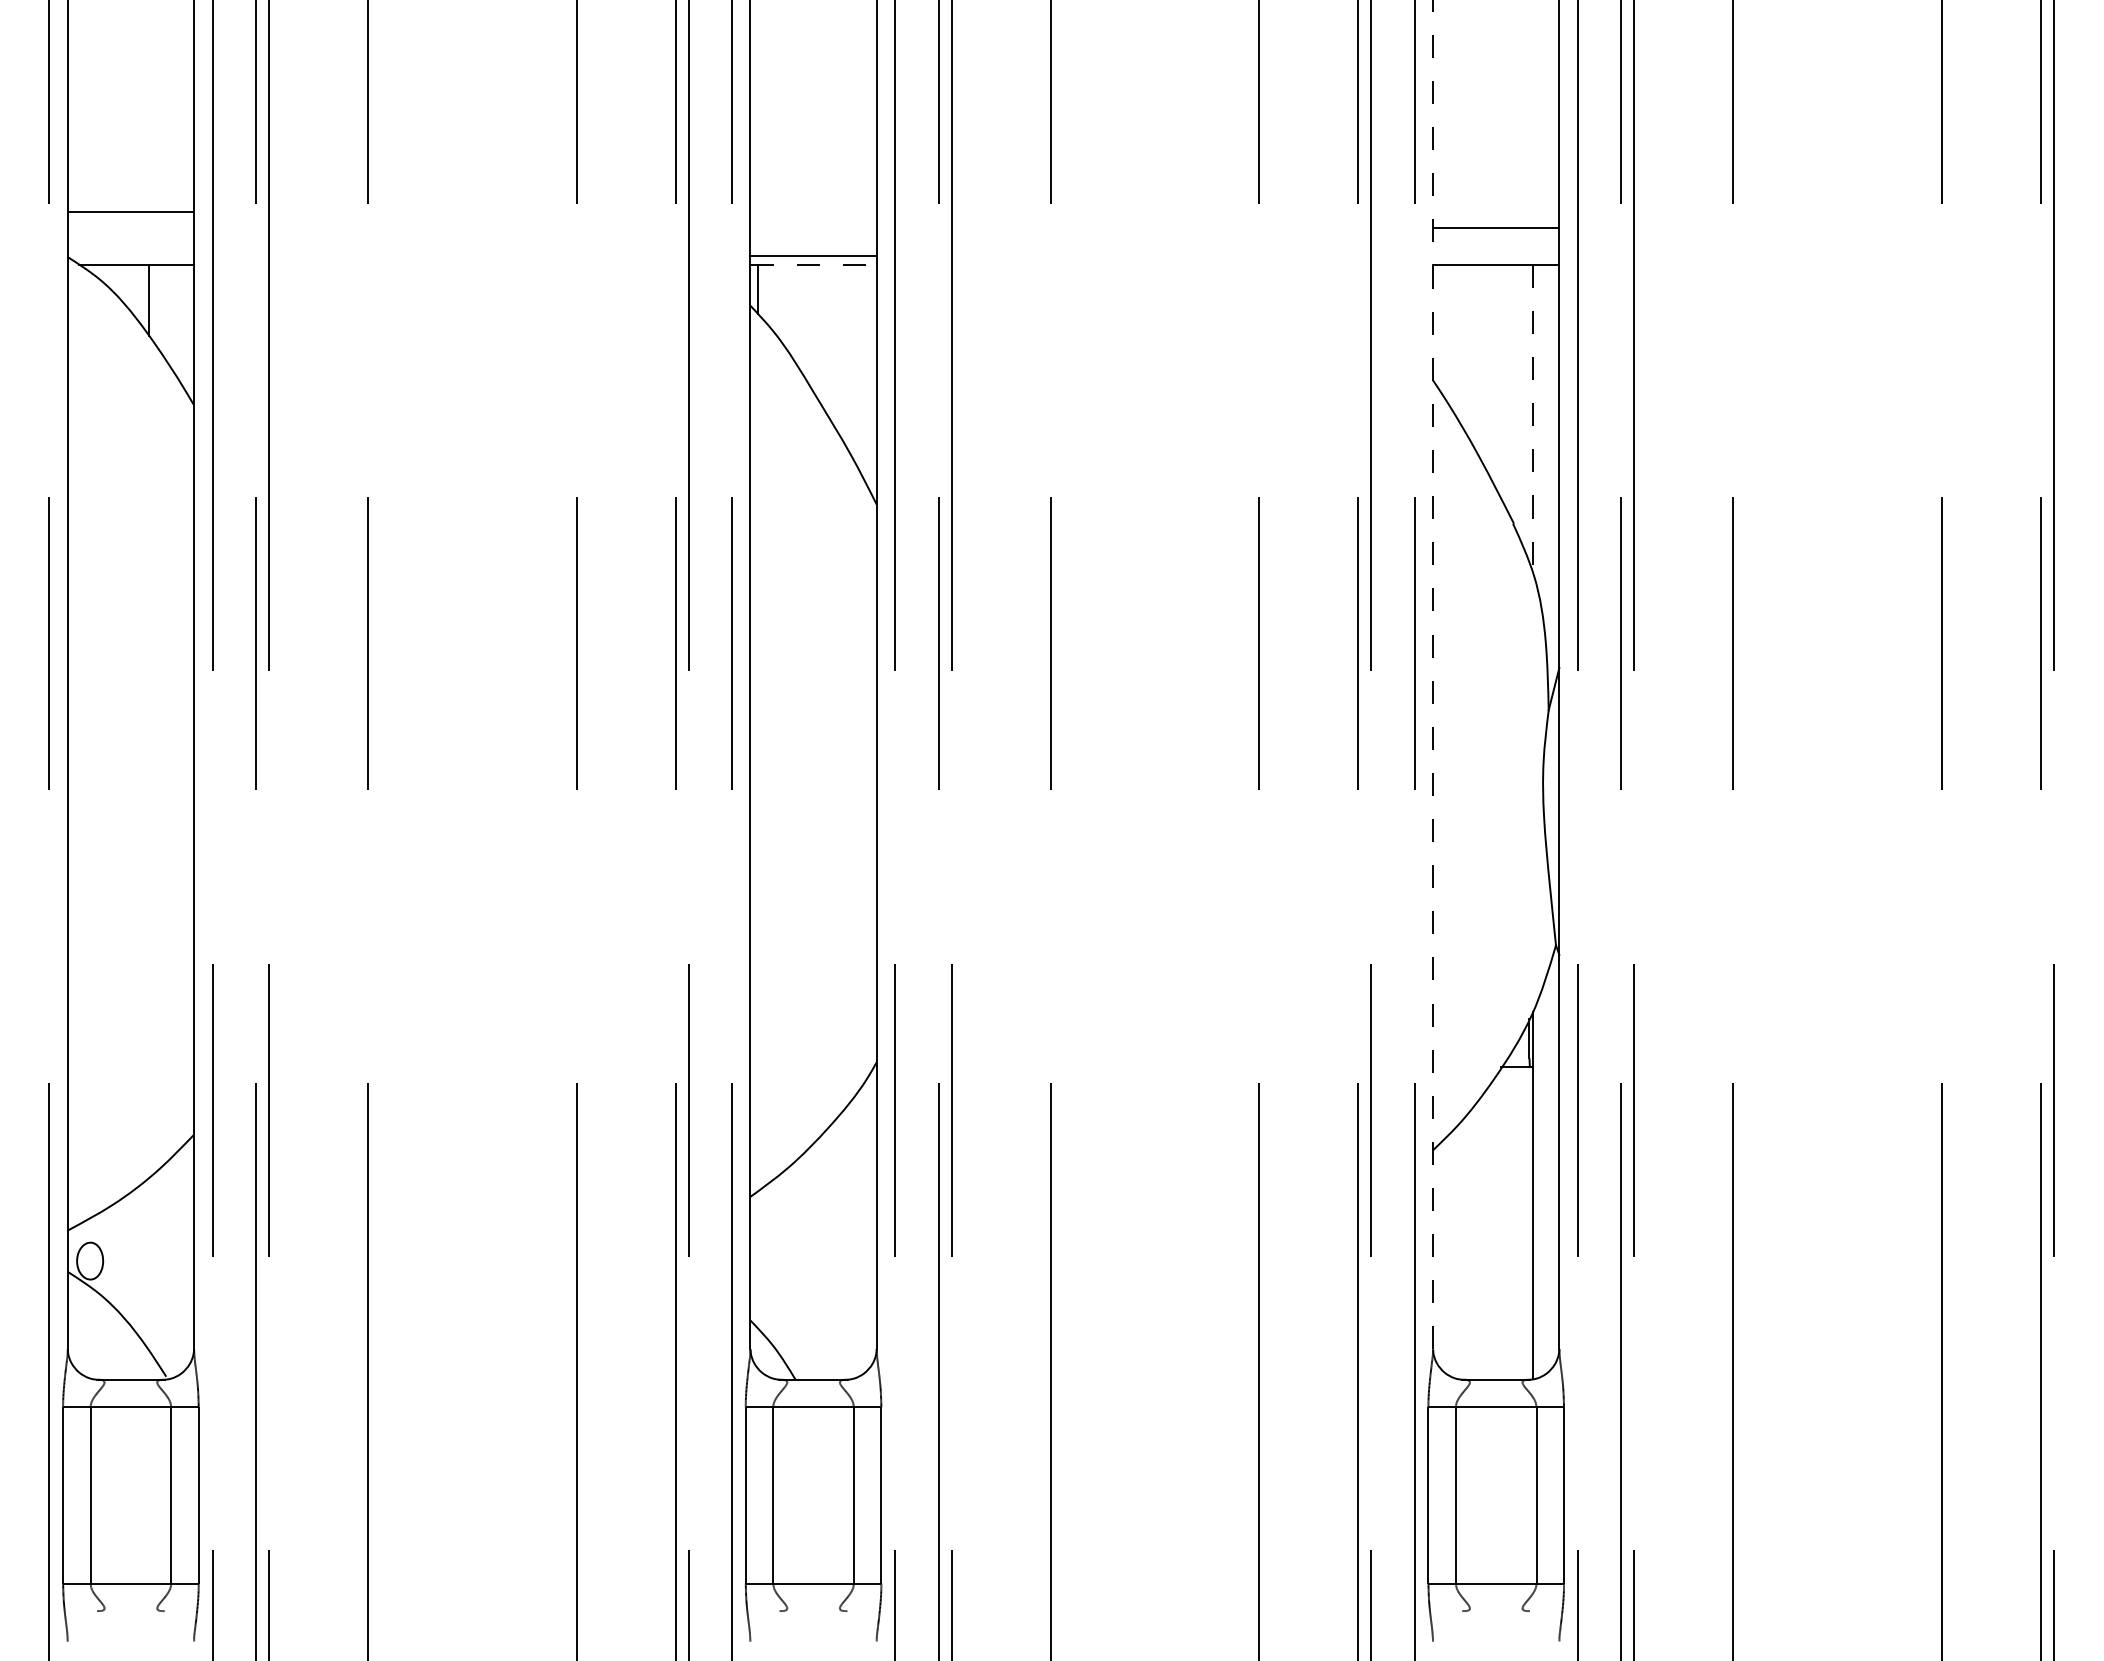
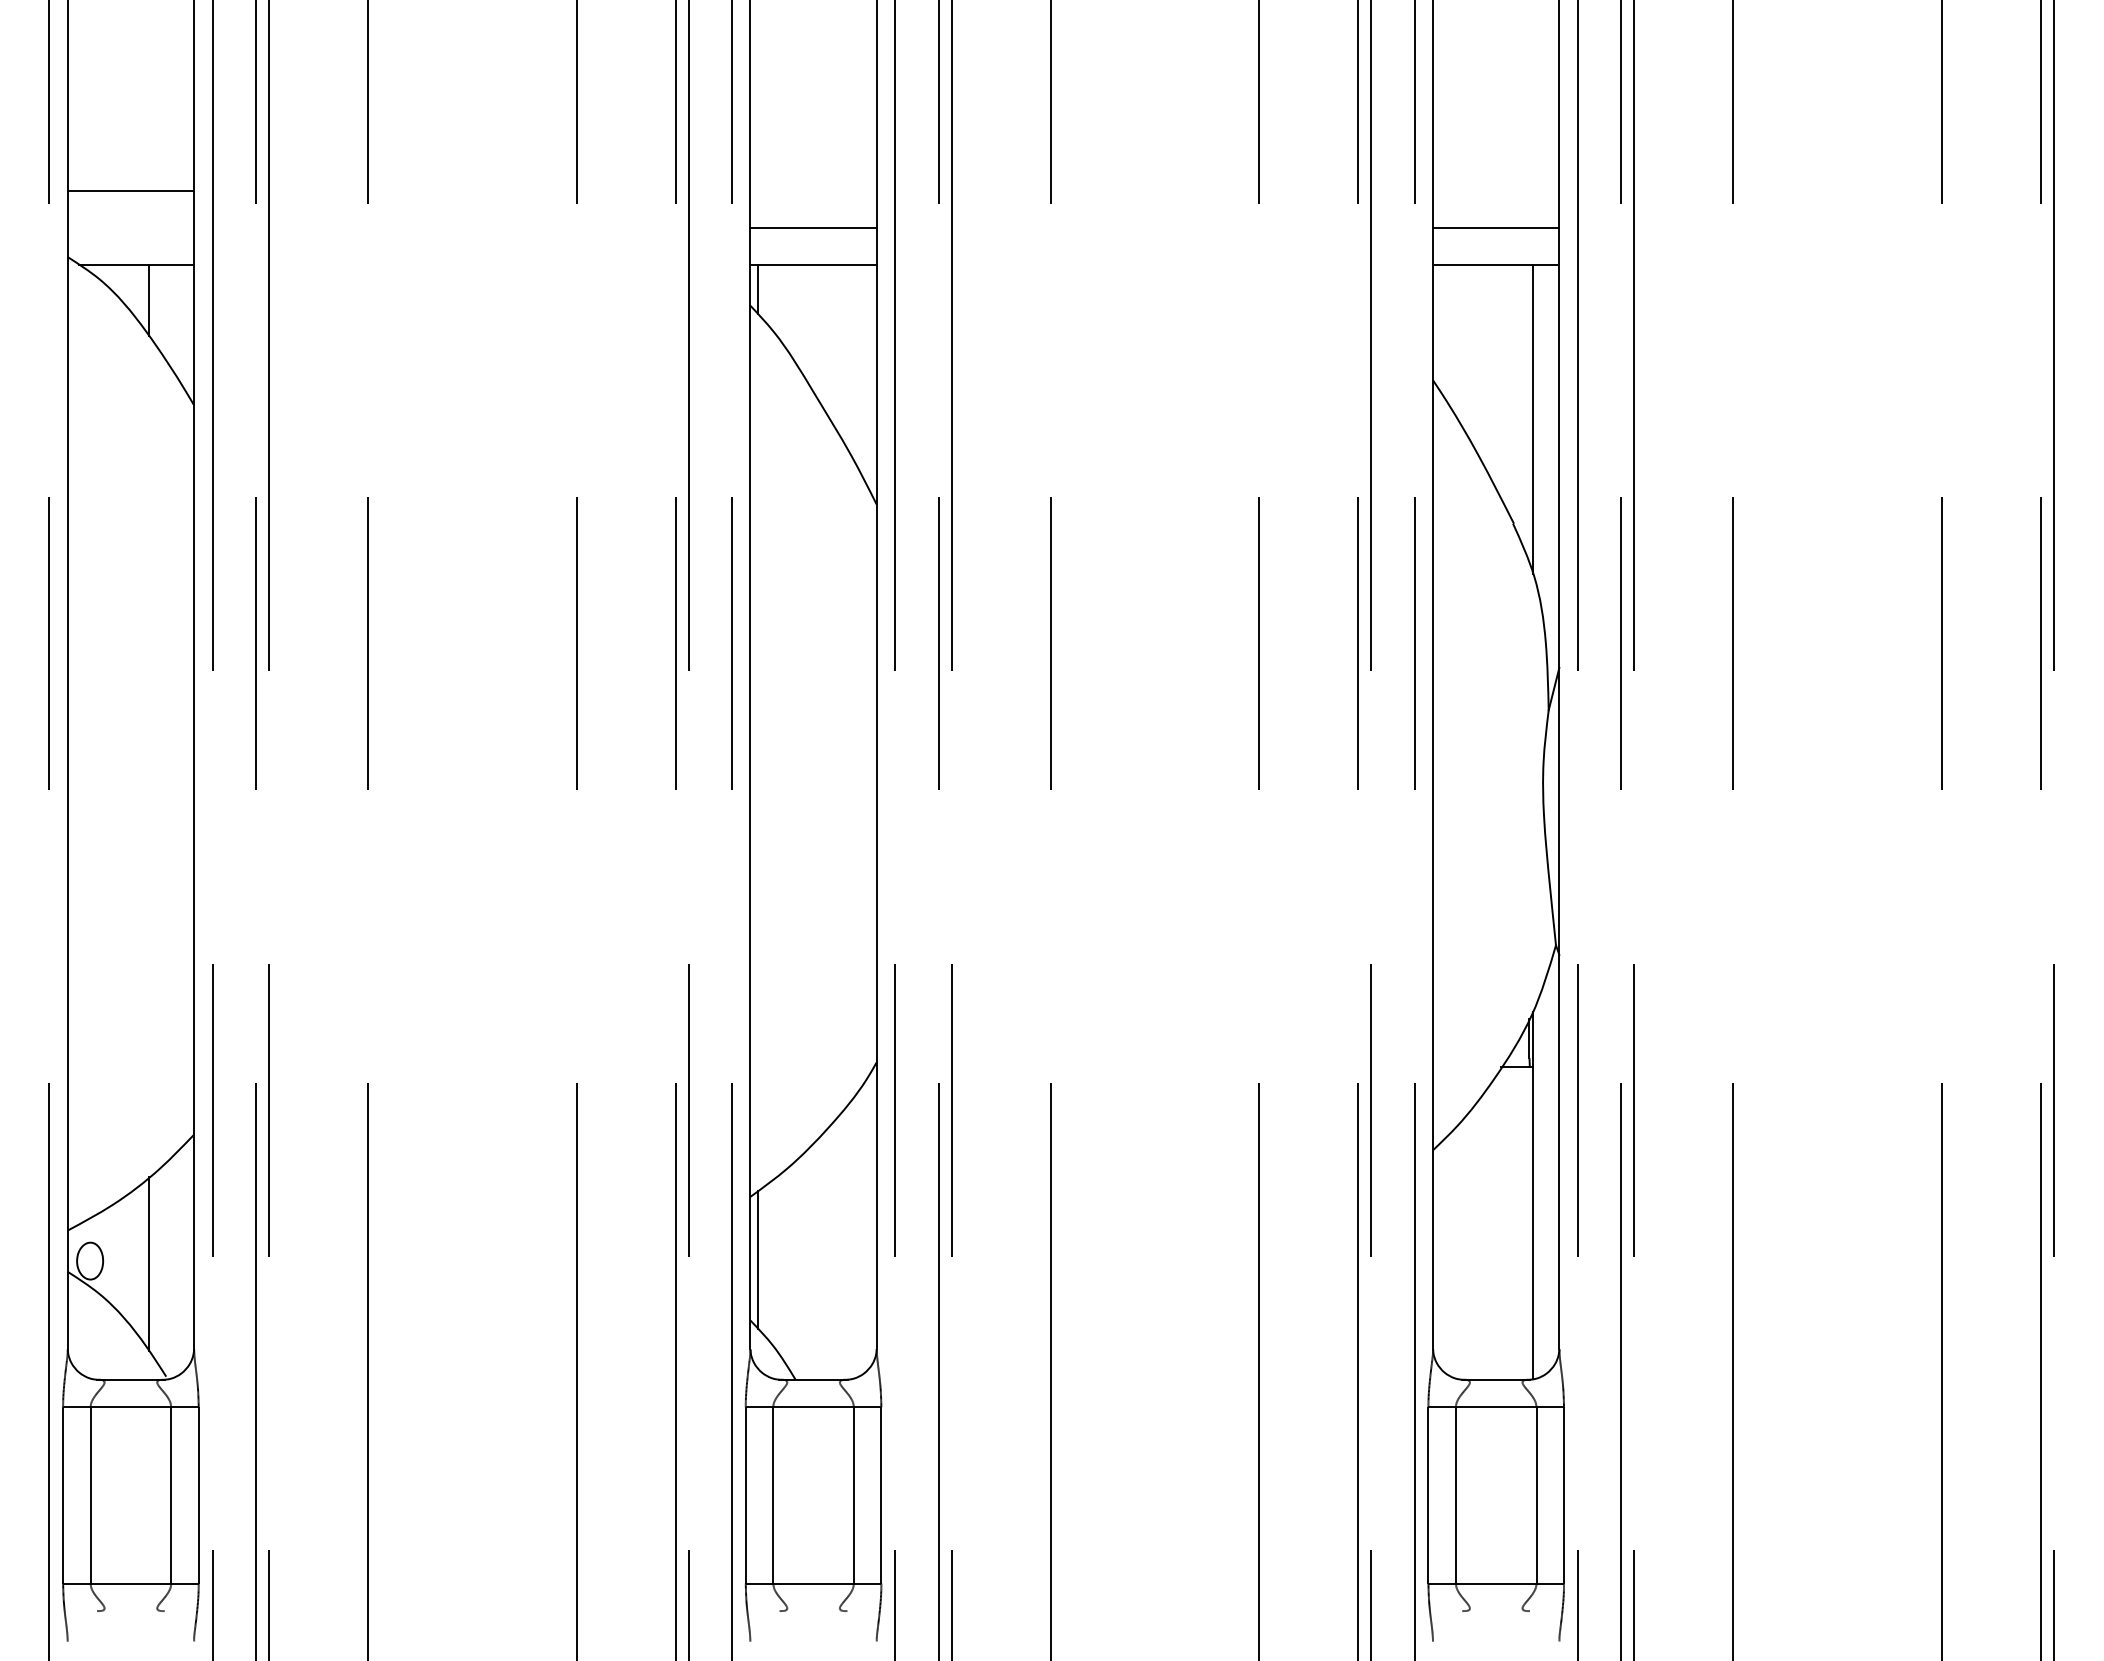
line at (130, 212) position: (130, 212) -> (130, 191)
line at (813, 255) position: (813, 255) -> (813, 227)
line at (814, 264): dashed -> solid
line at (1533, 419): dashed -> solid
line at (1433, 674): dashed -> solid
line at (758, 1259): none -> present
line at (149, 1263): none -> present
